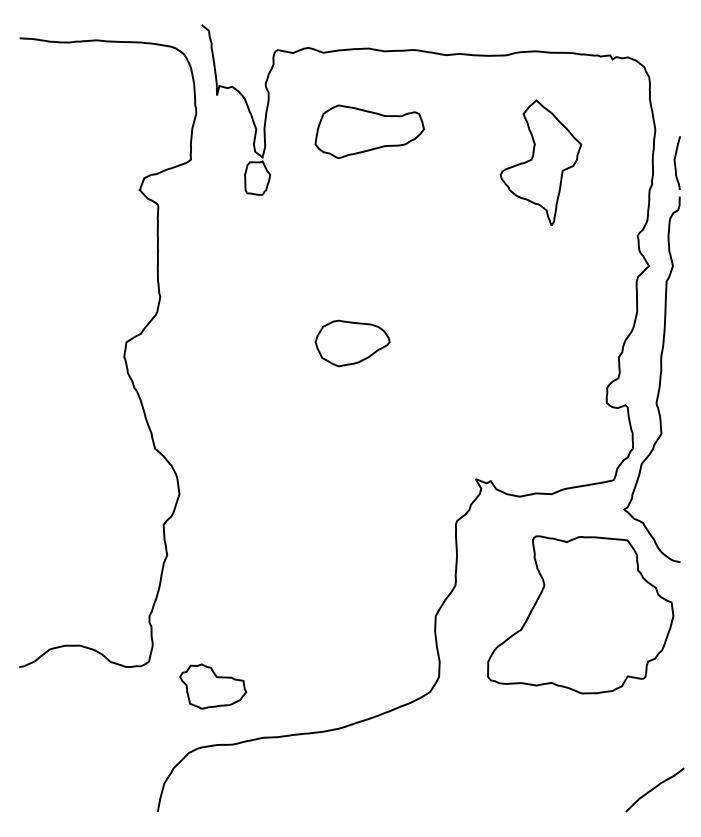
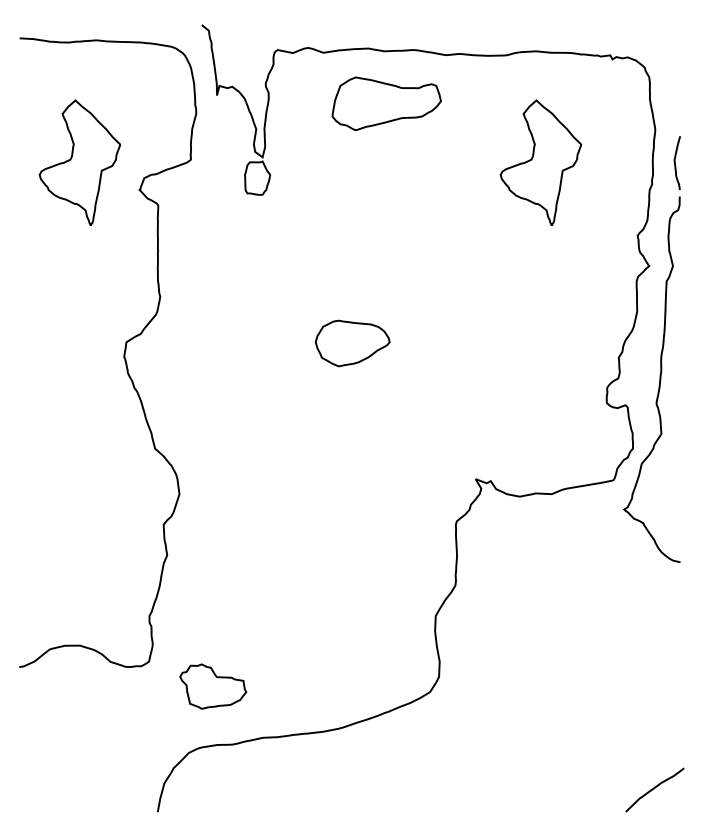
part at (369, 131) position: (369, 131) -> (386, 103)
part at (79, 162): none -> present
part at (580, 614): present -> none
